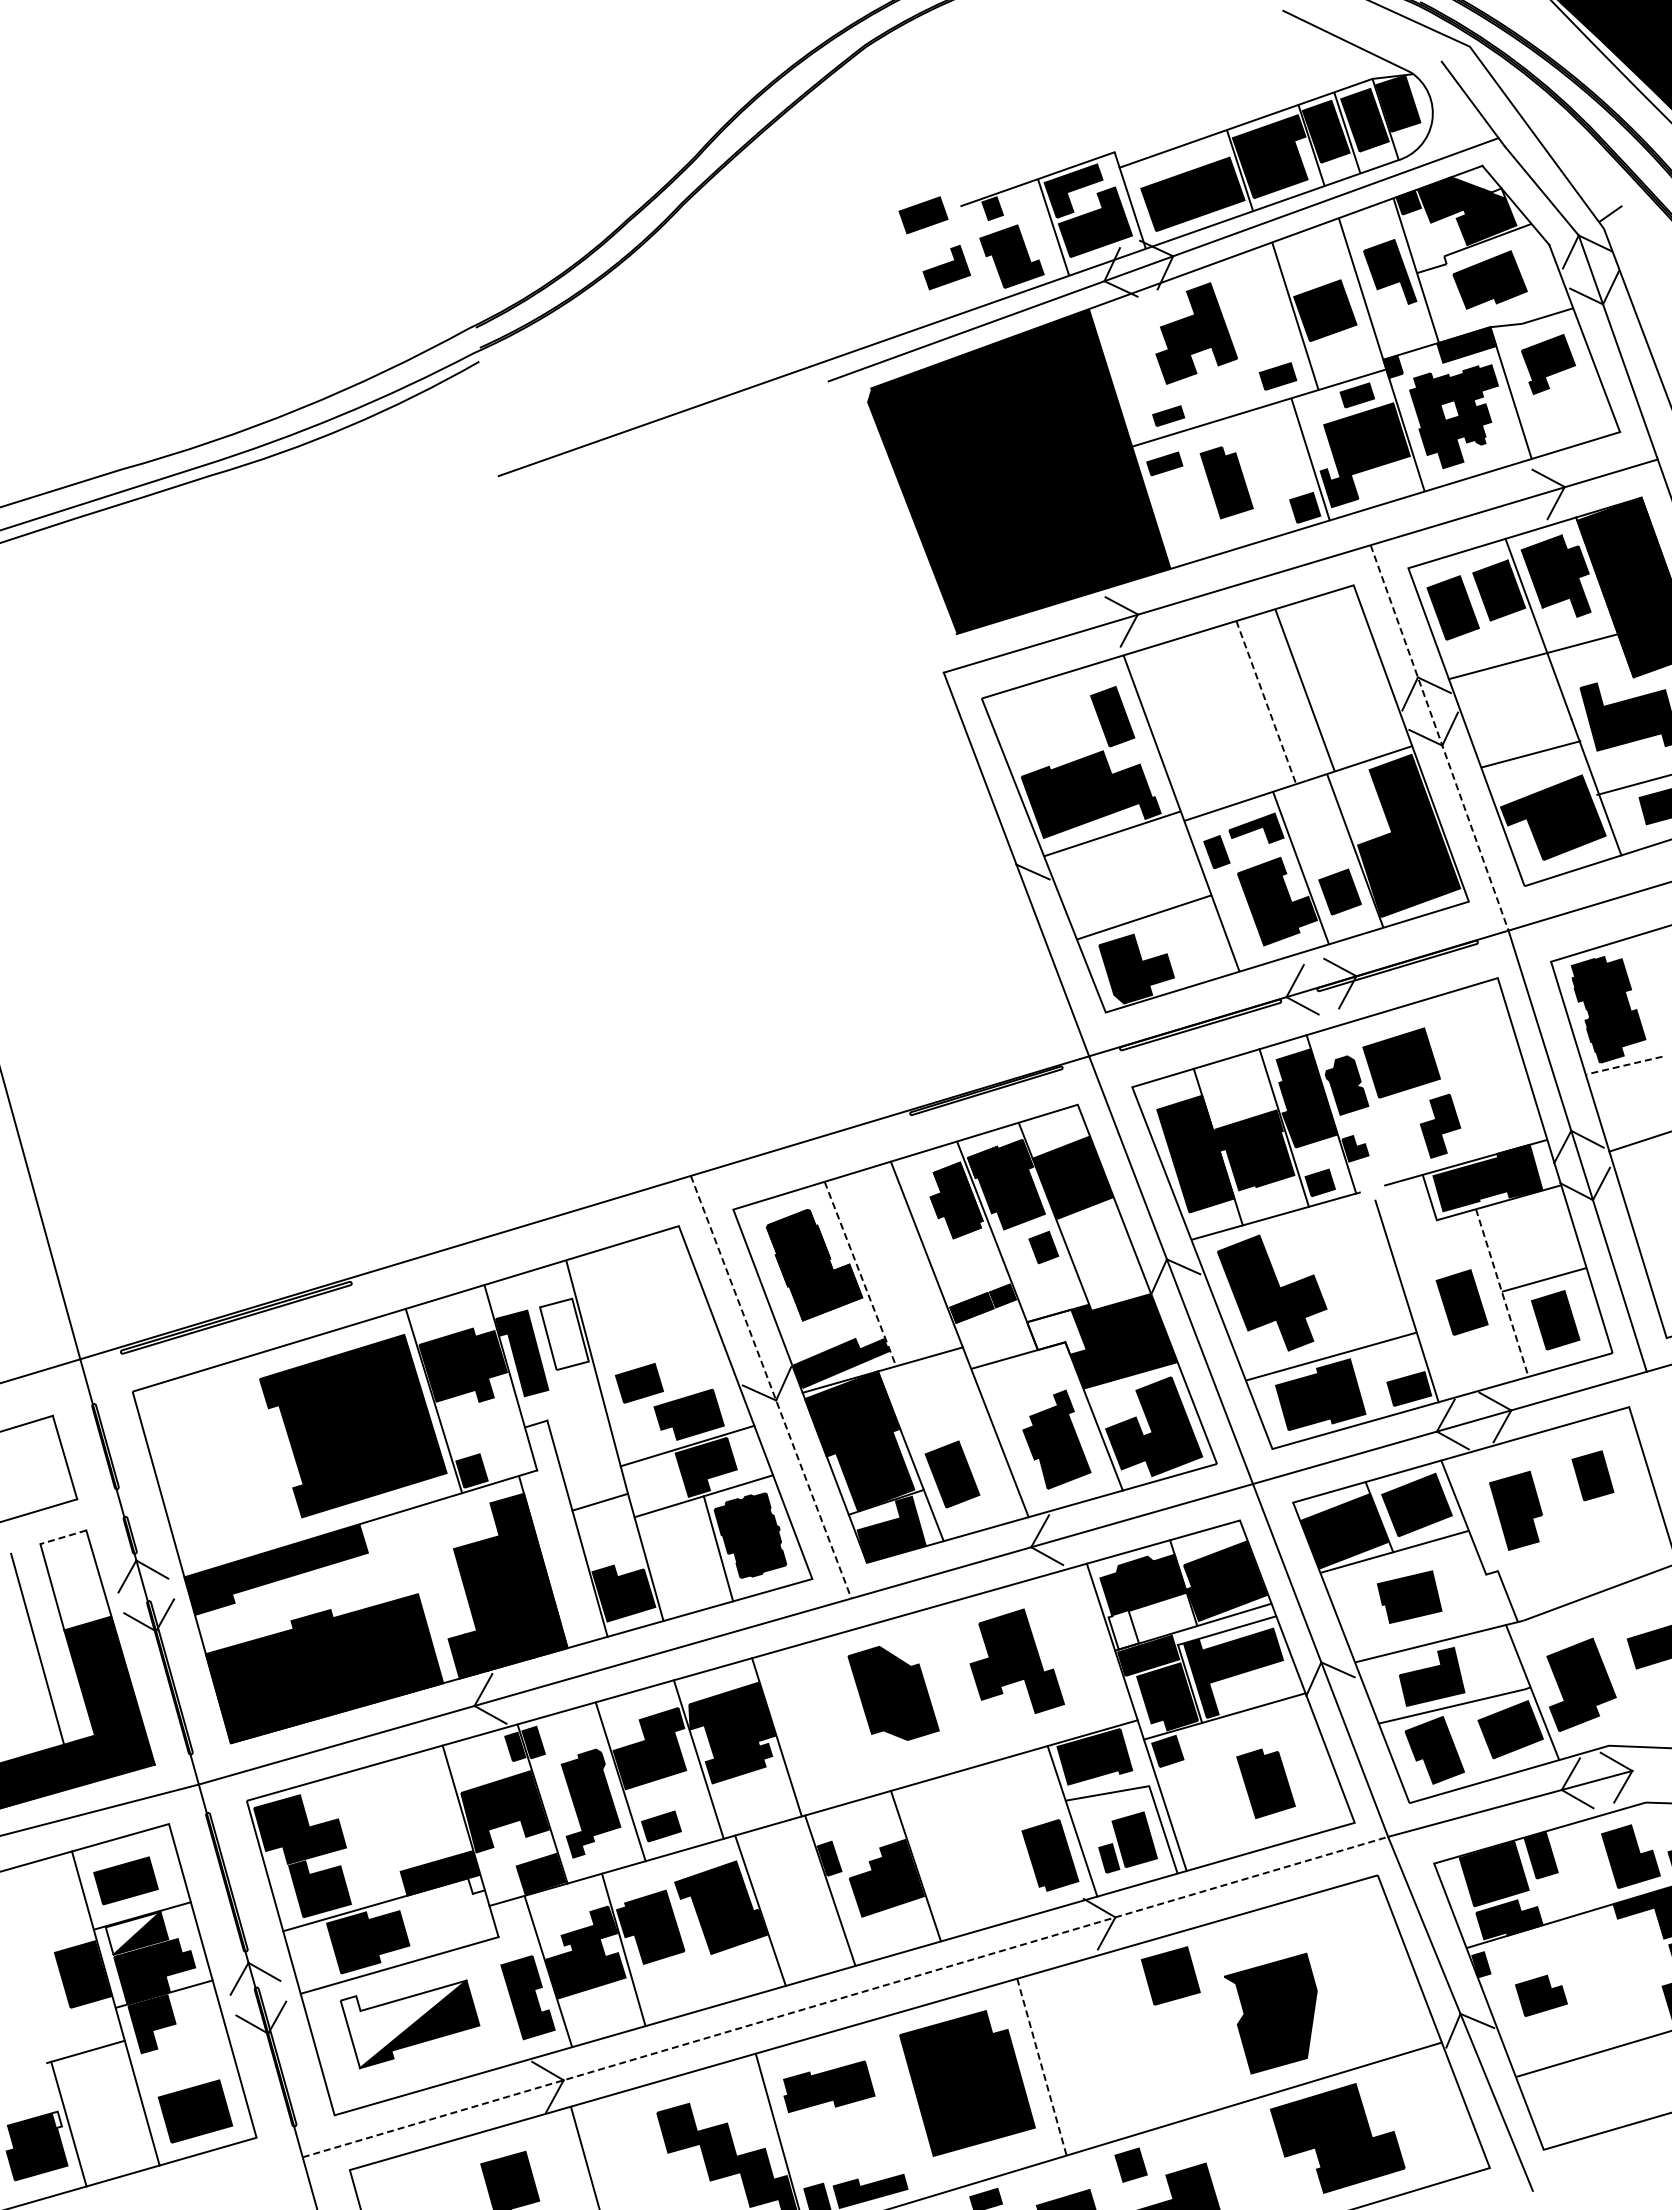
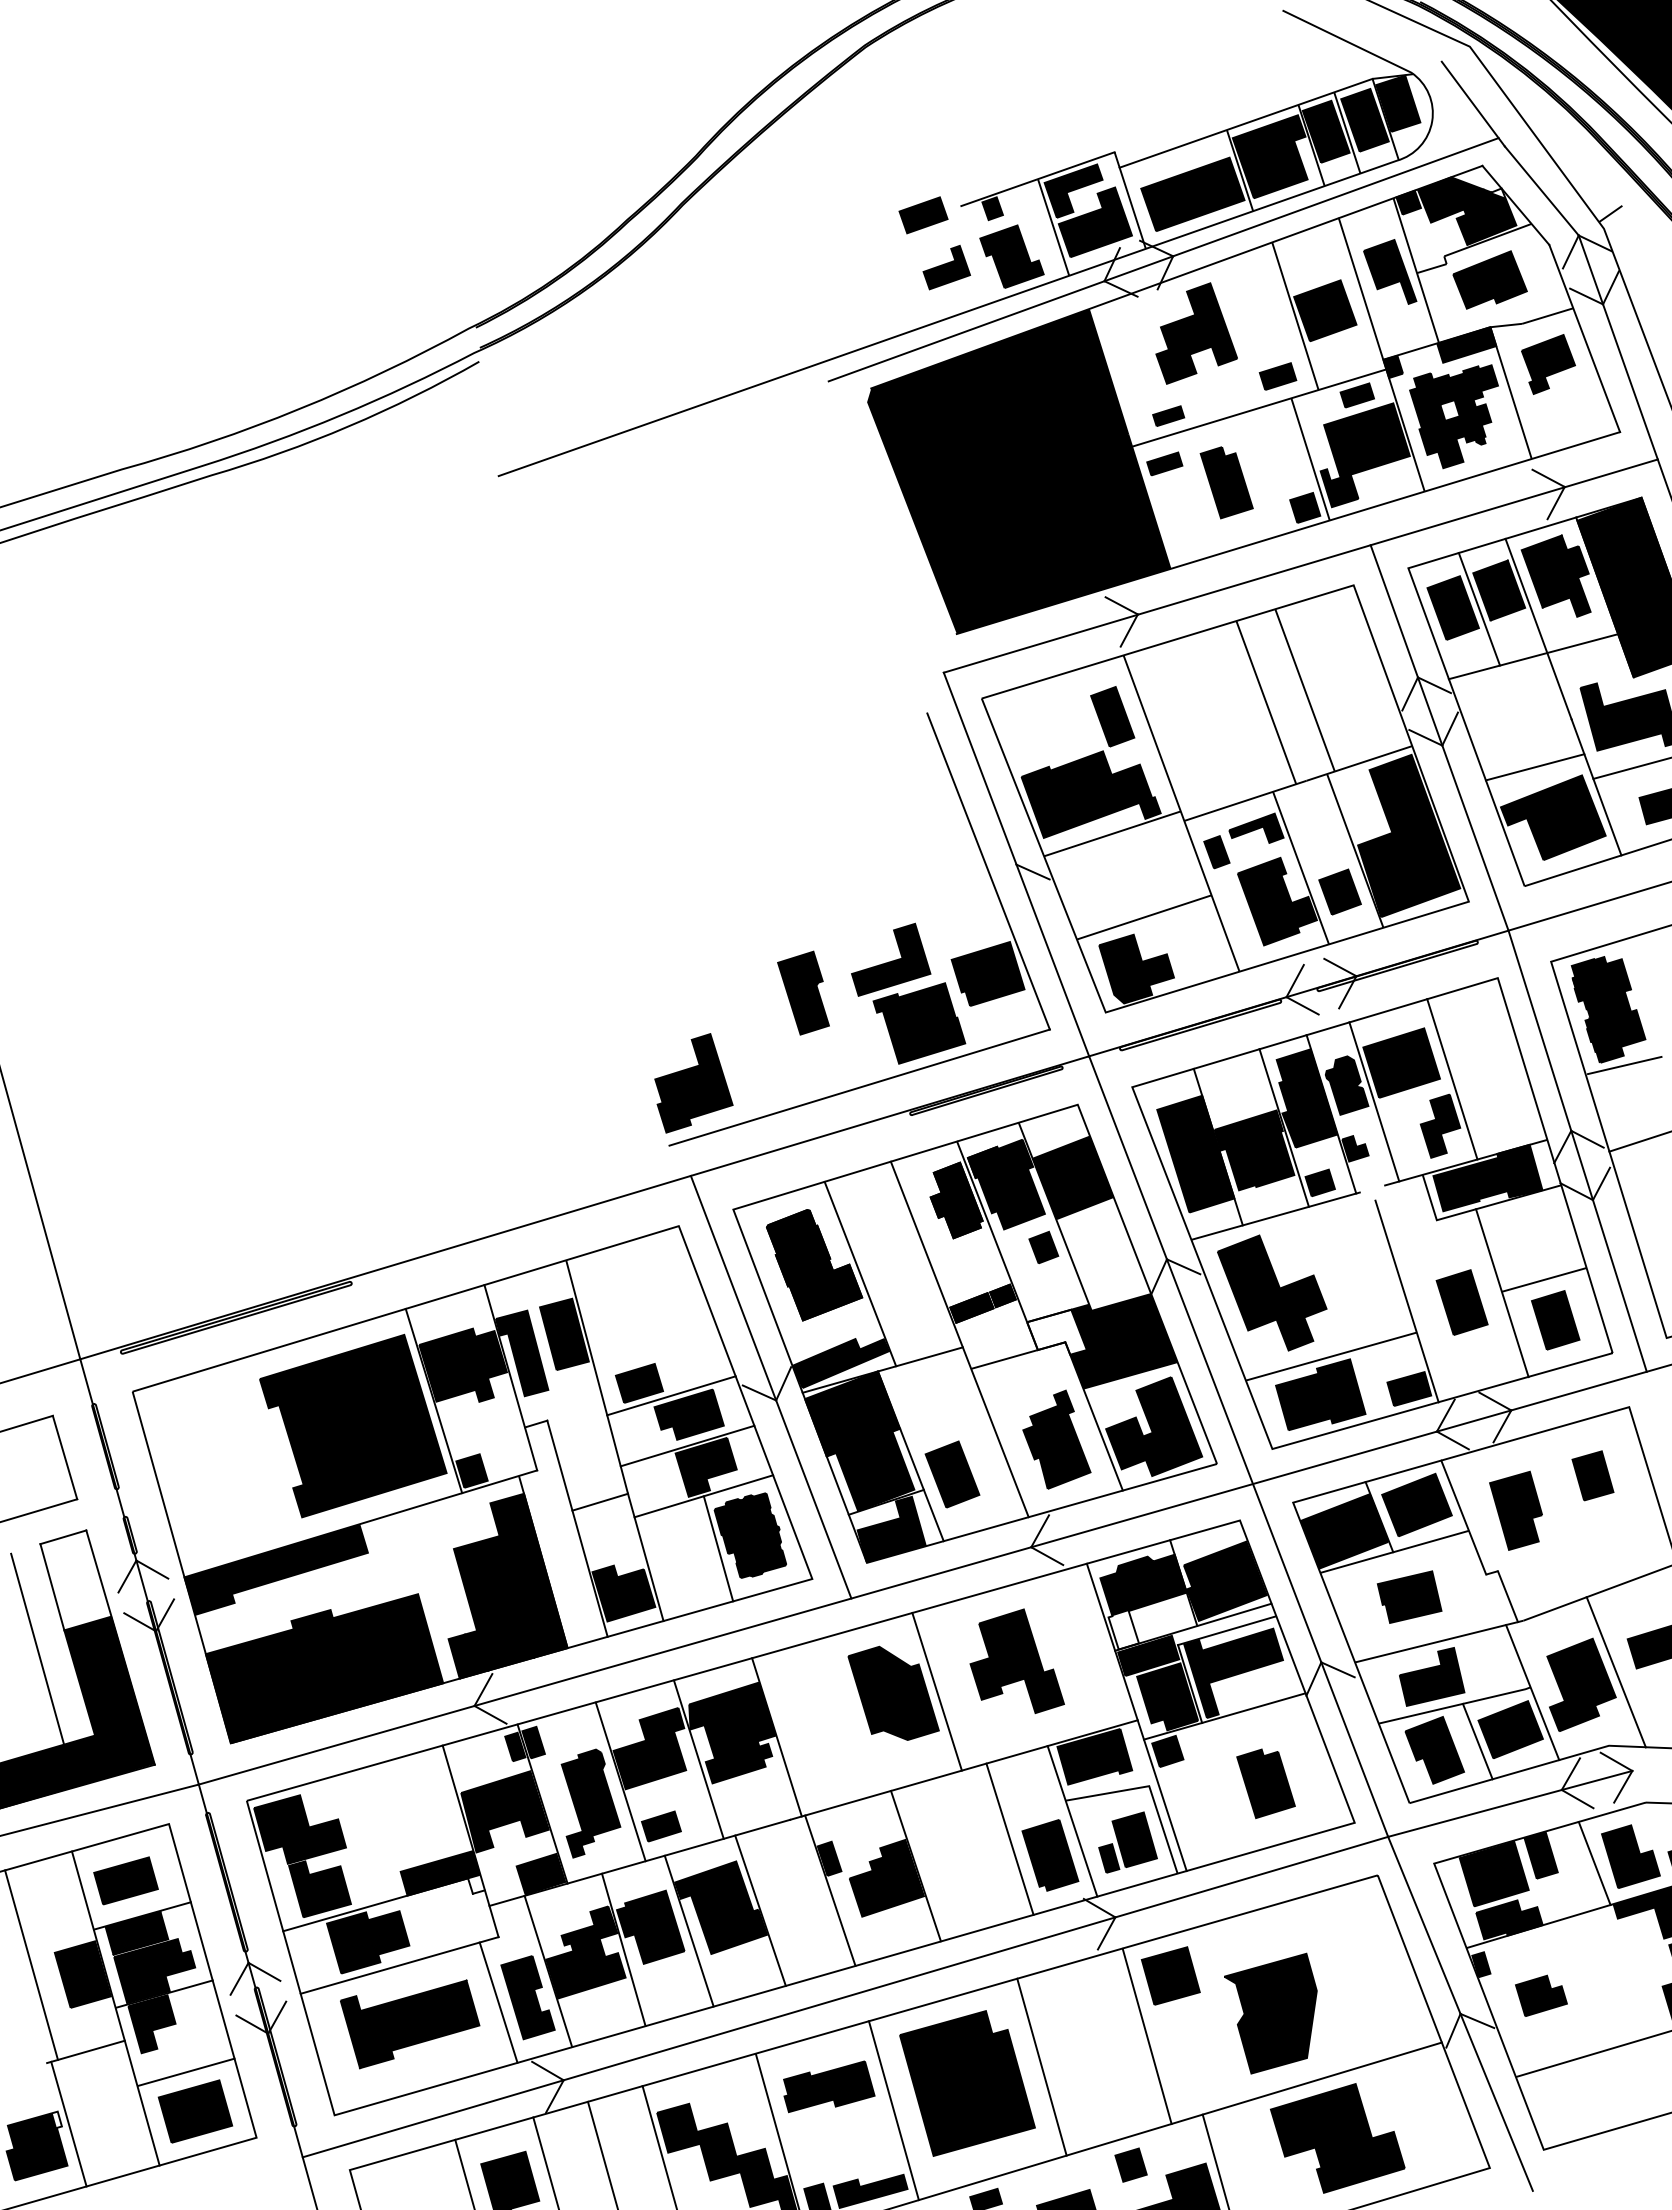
line at (1479, 609): none -> present
line at (1266, 702): dashed -> solid
line at (1439, 737): dashed -> solid
line at (1530, 754) position: (1530, 754) -> (1534, 767)
line at (1632, 784) position: (1632, 784) -> (1630, 768)
part at (893, 929): none -> present
line at (1624, 1065): dashed -> solid
line at (1452, 1079): none -> present
line at (1374, 1101): none -> present
line at (860, 1274): dashed -> solid
line at (1502, 1293): dashed -> solid
fill at (564, 1334): none -> present
line at (771, 1387): dashed -> solid
line at (671, 1395): none -> present
line at (63, 1537): dashed -> solid
line at (1615, 1672): none -> present
line at (936, 1691): none -> present
line at (1477, 1741): none -> present
line at (1009, 1838): none -> present
line at (1594, 1863): none -> present
line at (688, 1930): none -> present
fill at (132, 1932): none -> present
line at (31, 1964): none -> present
line at (845, 1997): dashed -> solid
line at (498, 2002): none -> present
fill at (403, 2024): none -> present
line at (1146, 2035): none -> present
line at (1041, 2067): dashed -> solid
line at (186, 2071): none -> present
line at (893, 2110): none -> present
line at (659, 2146): none -> present
line at (584, 2156) position: (584, 2156) -> (602, 2153)
line at (1215, 2160): none -> present
line at (545, 2161): none -> present
line at (464, 2172): none -> present
